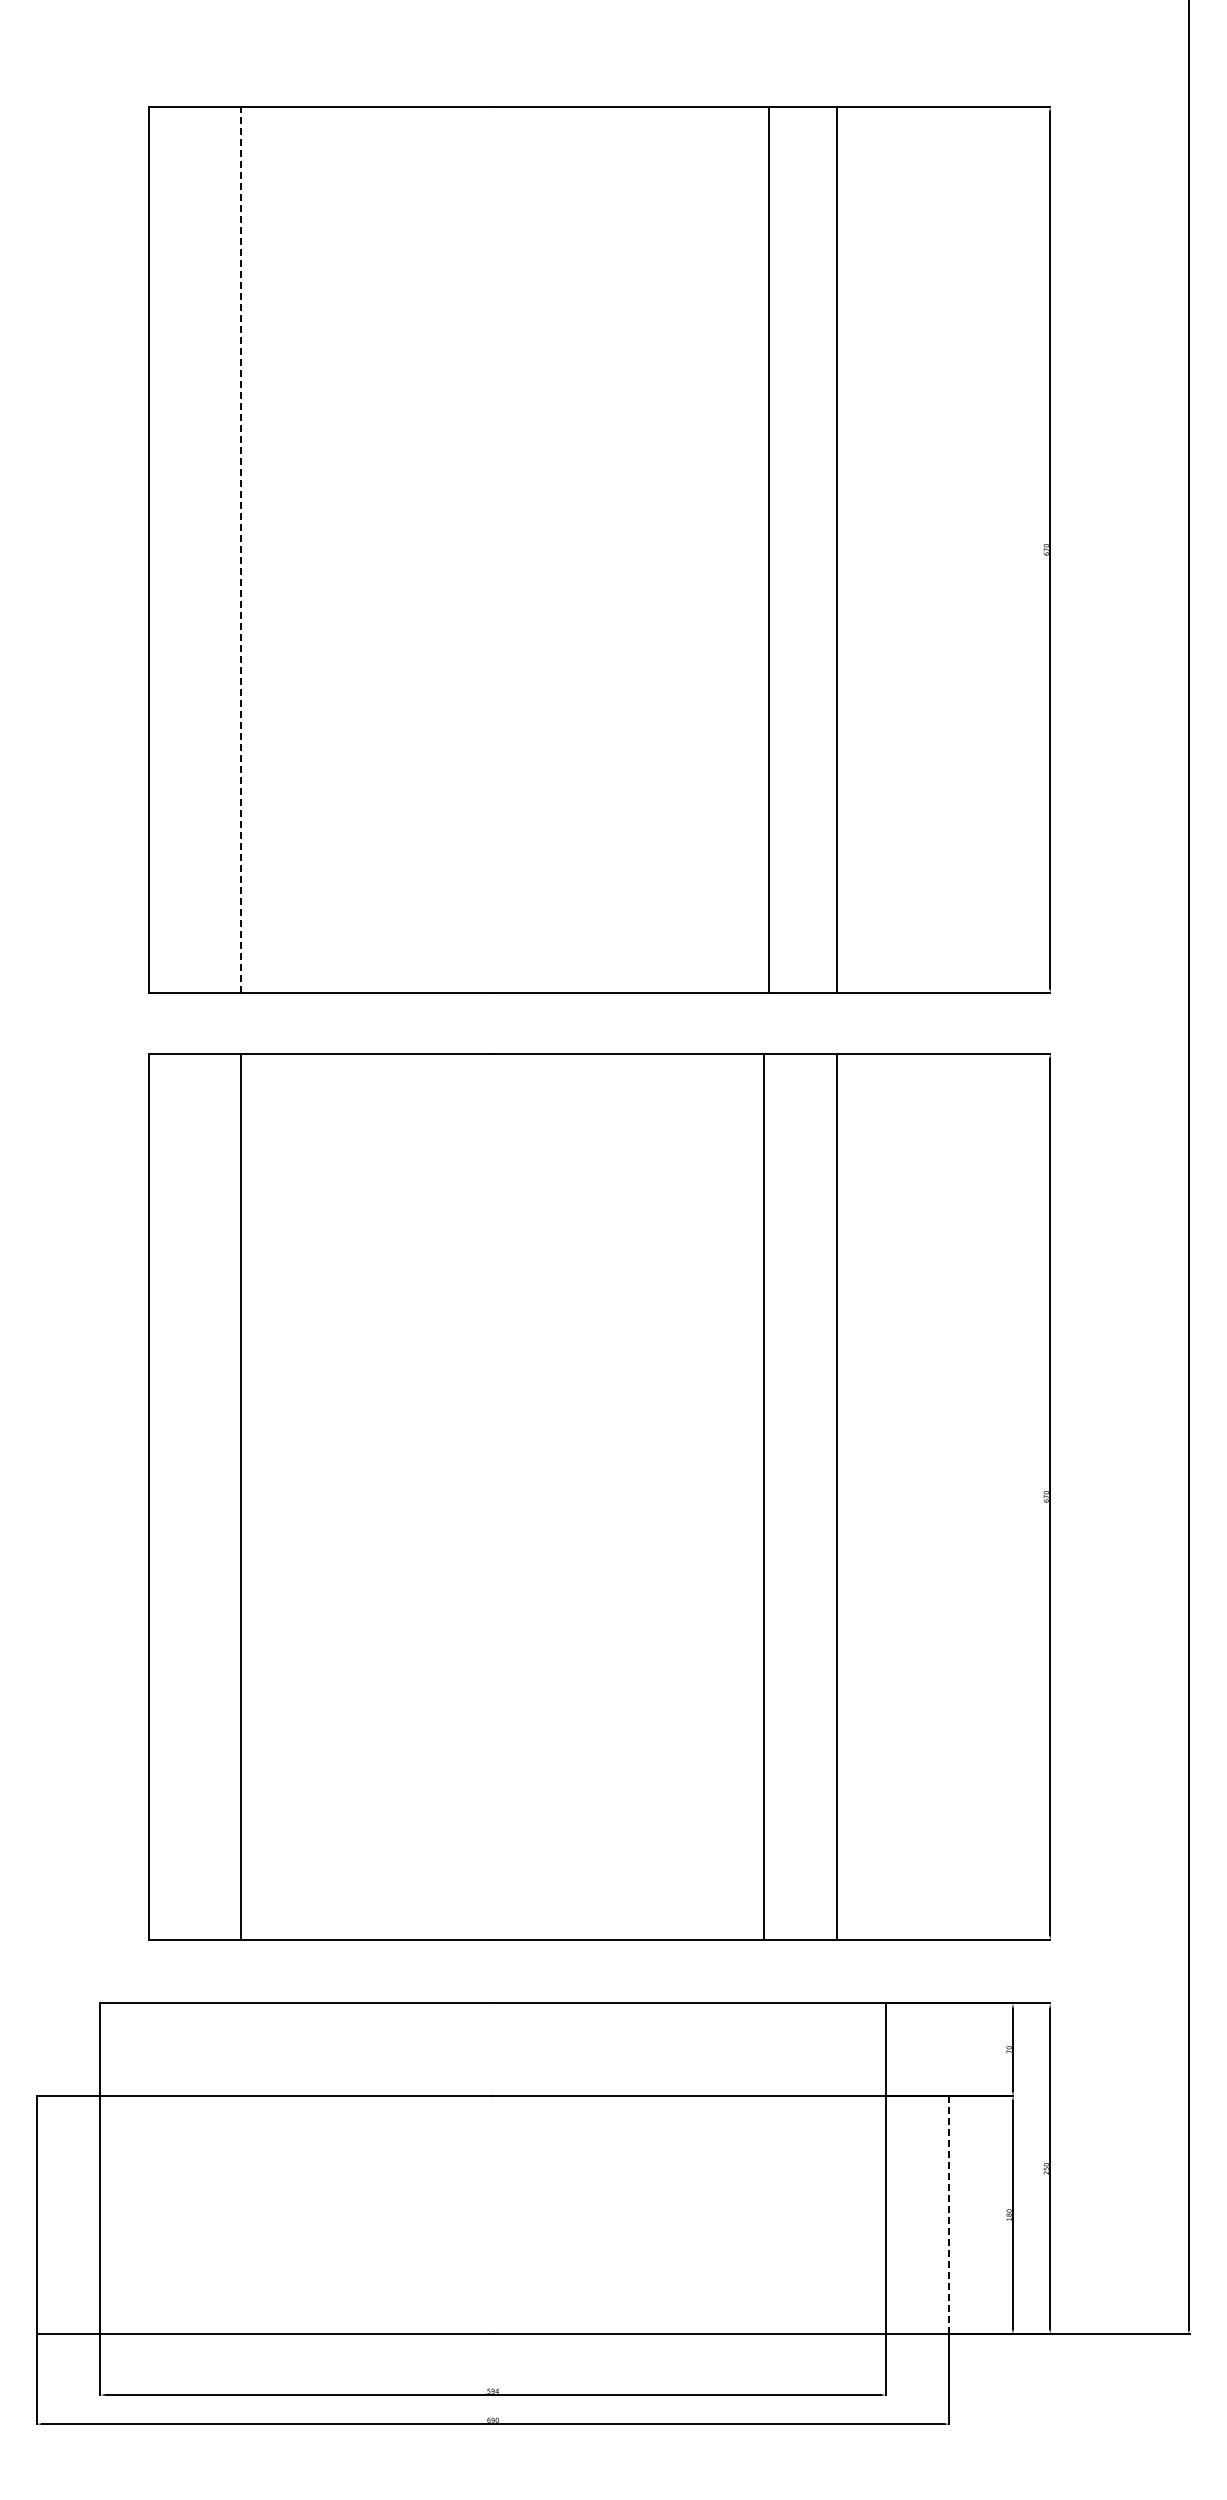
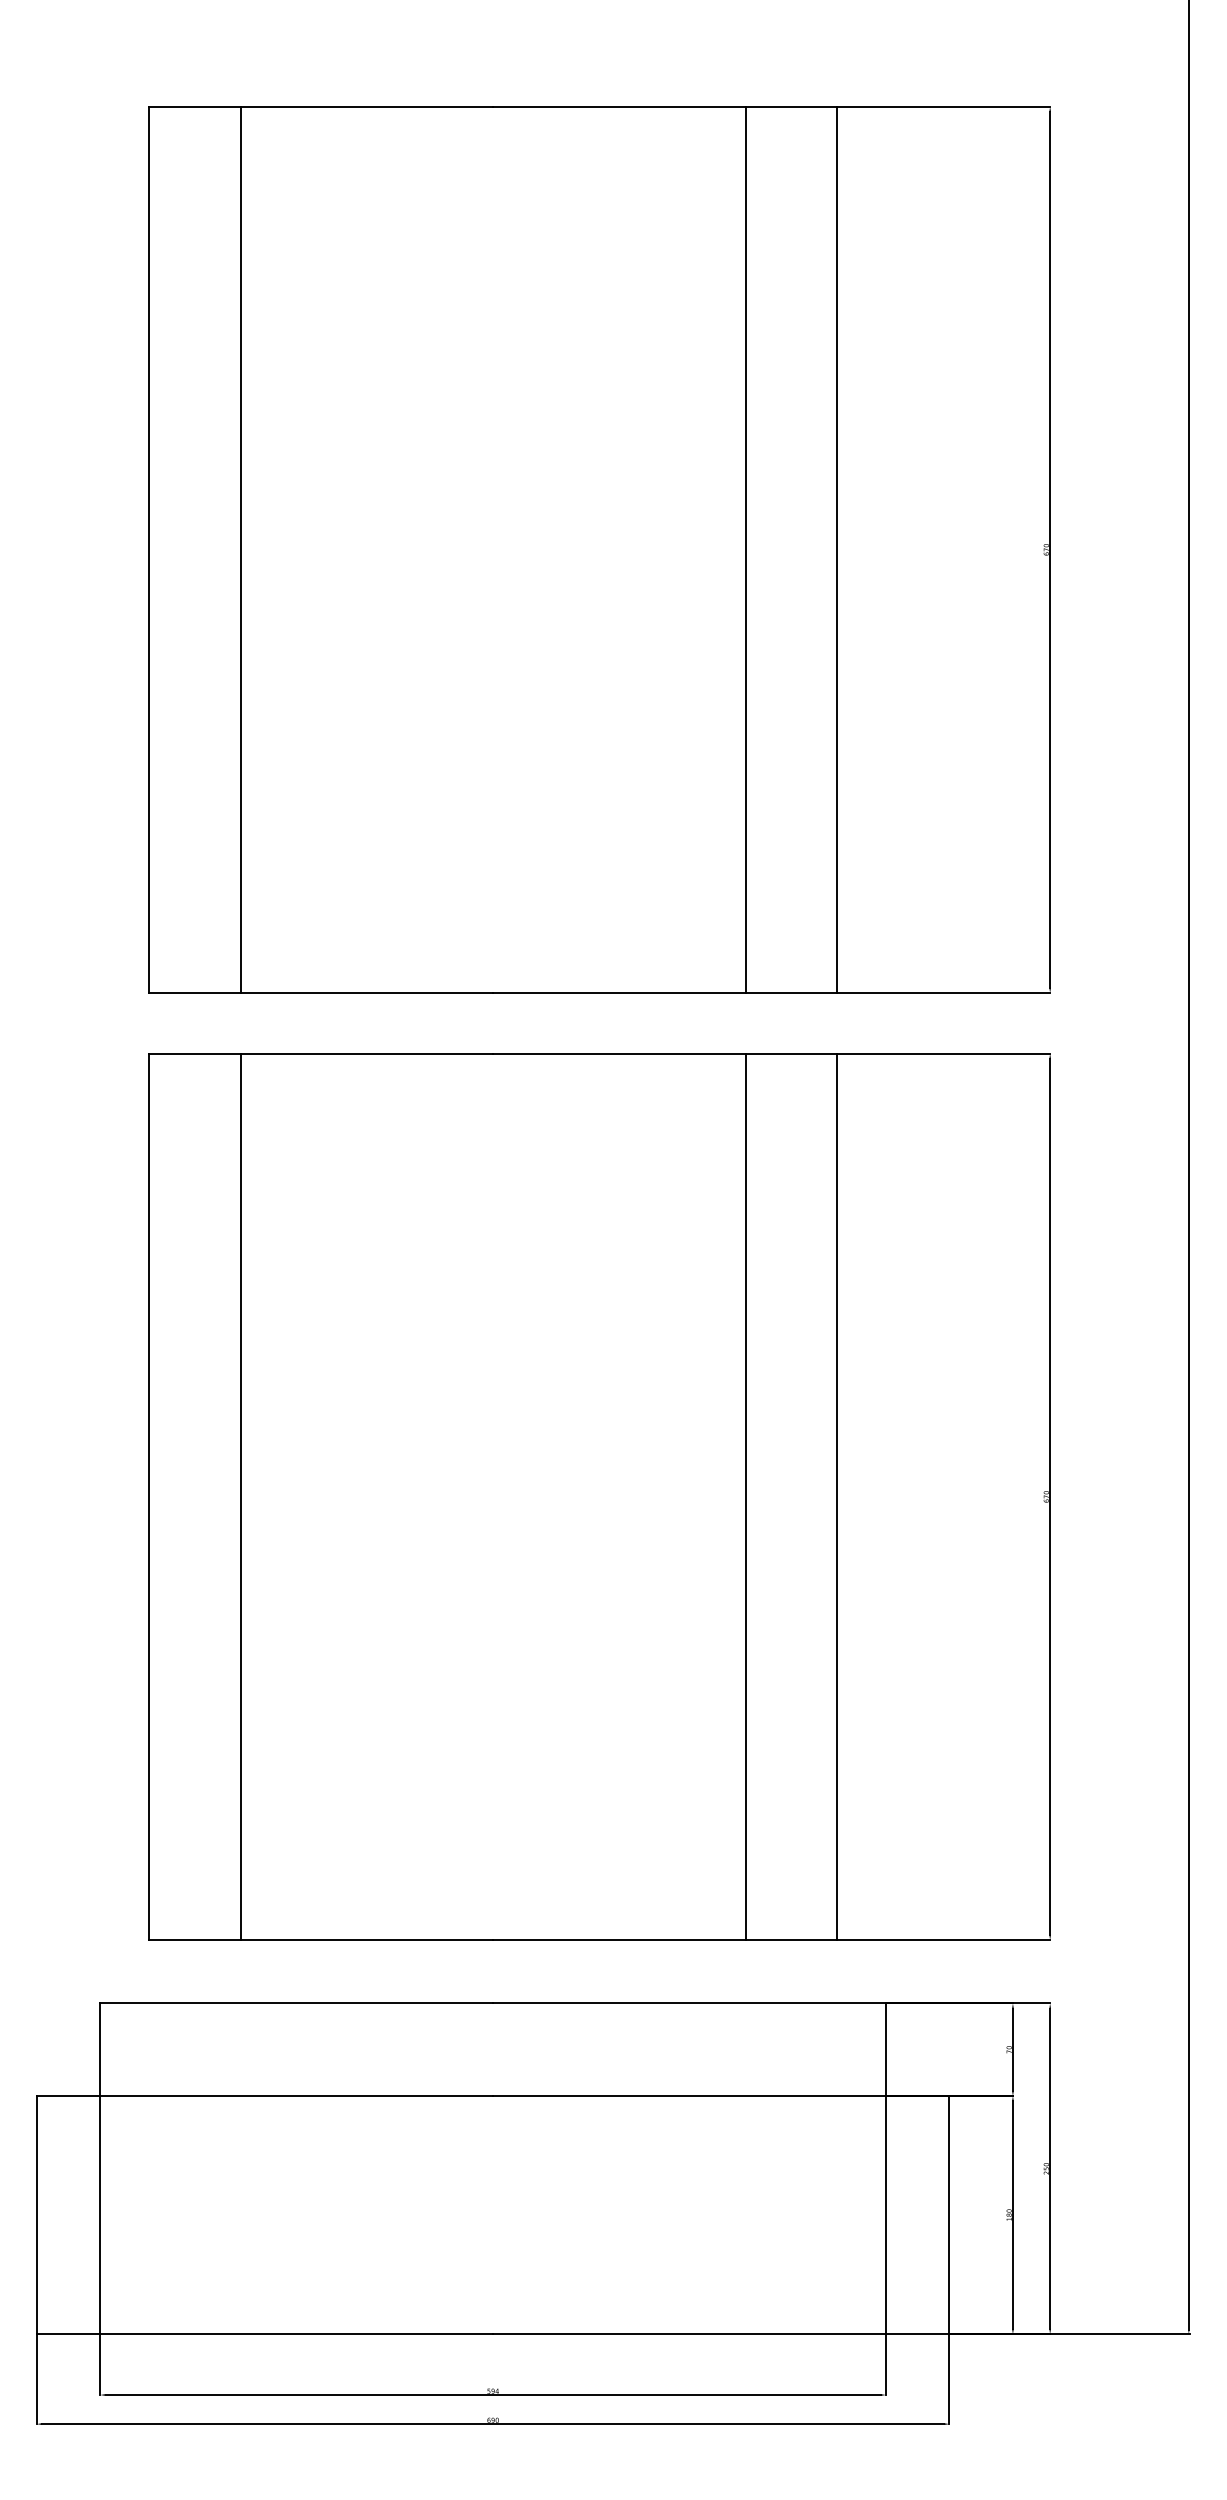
line at (240, 549): dashed -> solid
line at (768, 549) position: (768, 549) -> (745, 549)
line at (763, 1496) position: (763, 1496) -> (745, 1496)
line at (949, 2214): dashed -> solid
